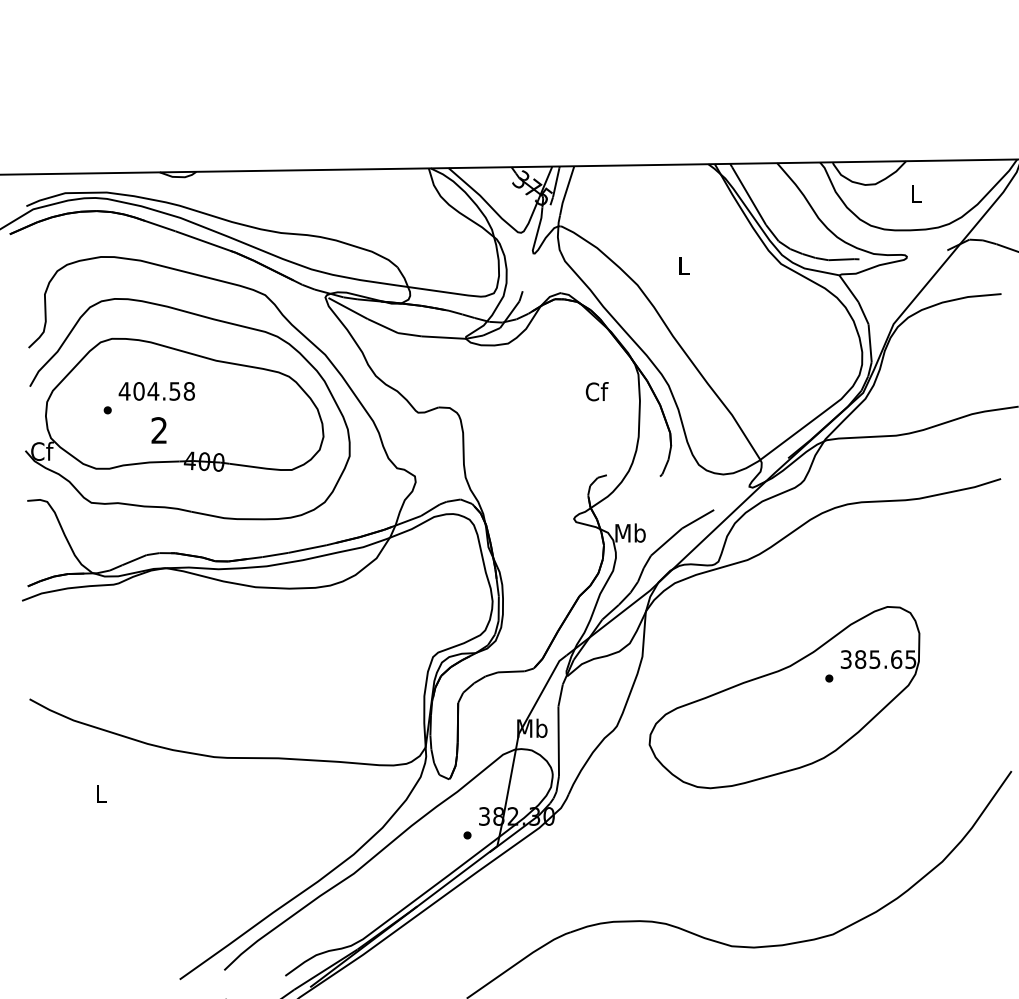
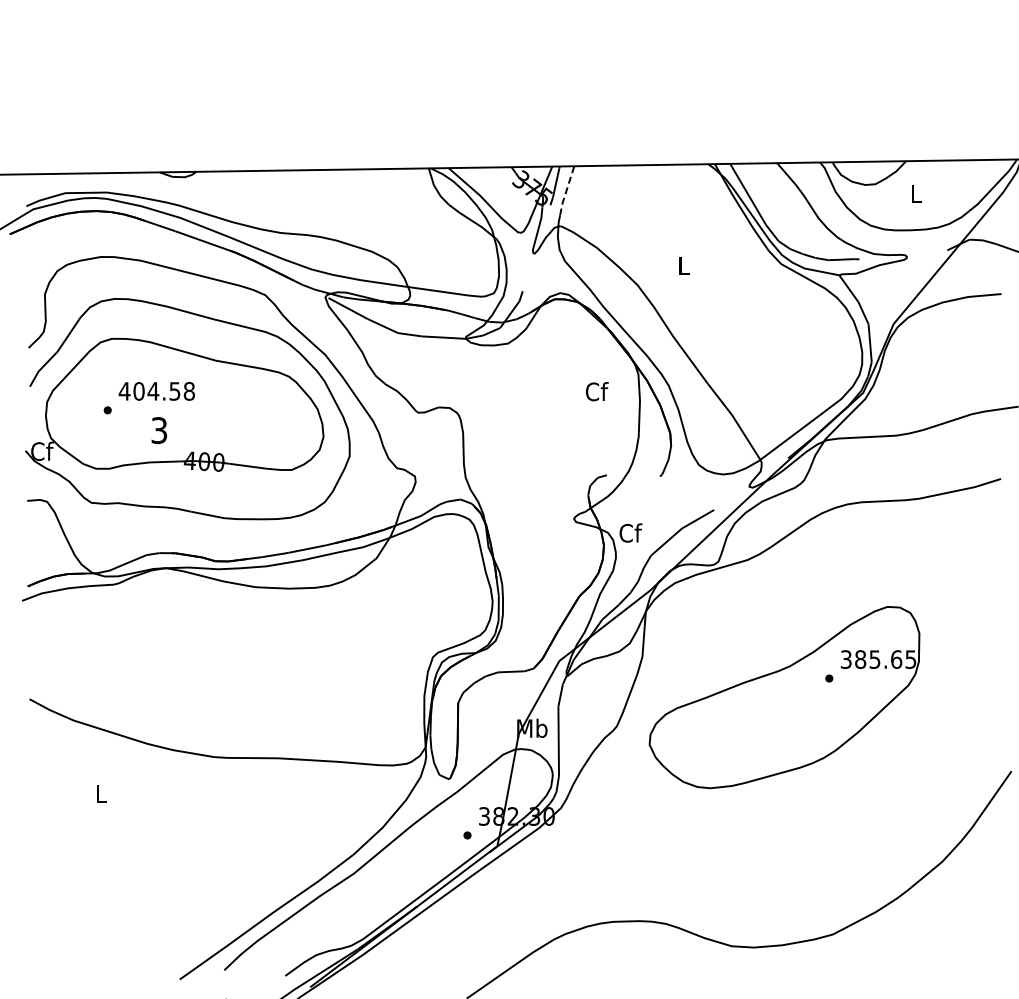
line at (566, 190): solid -> dashed
text at (159, 430): 2 -> 3
text at (630, 532): Mb -> Cf
